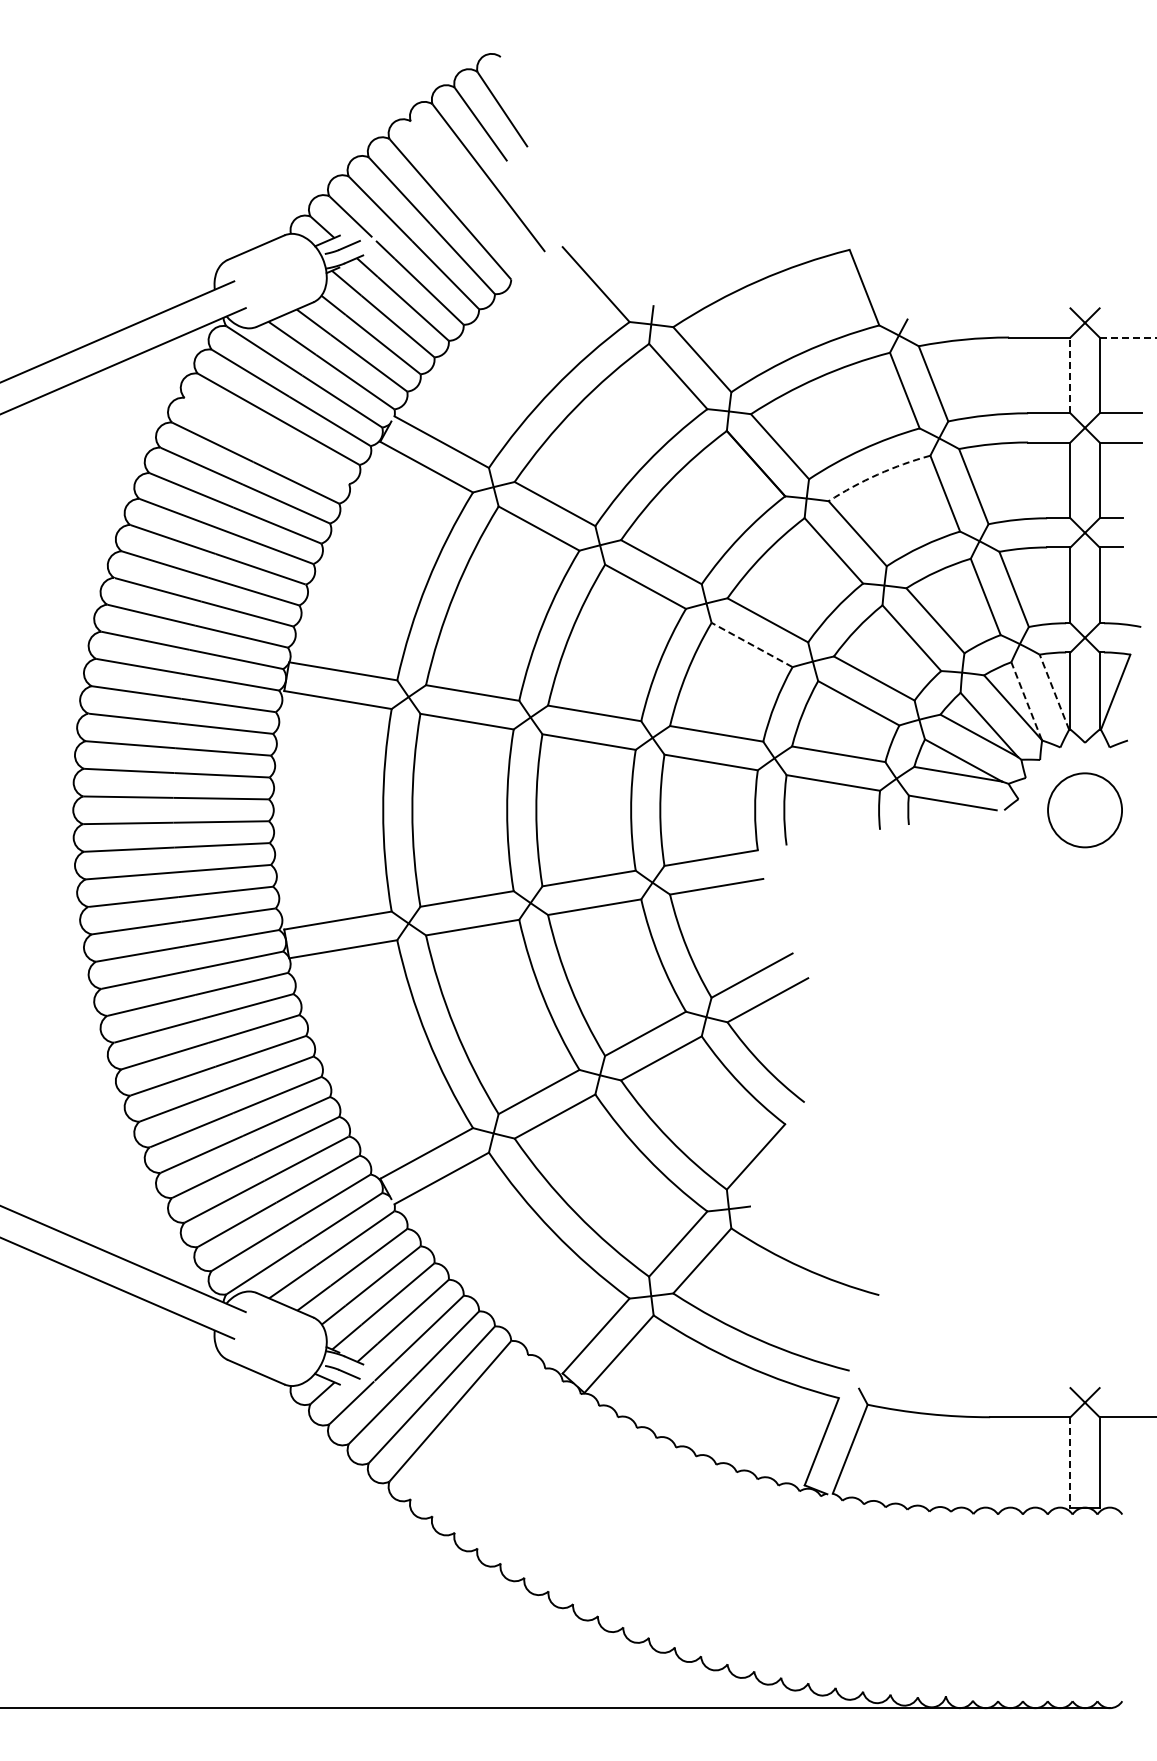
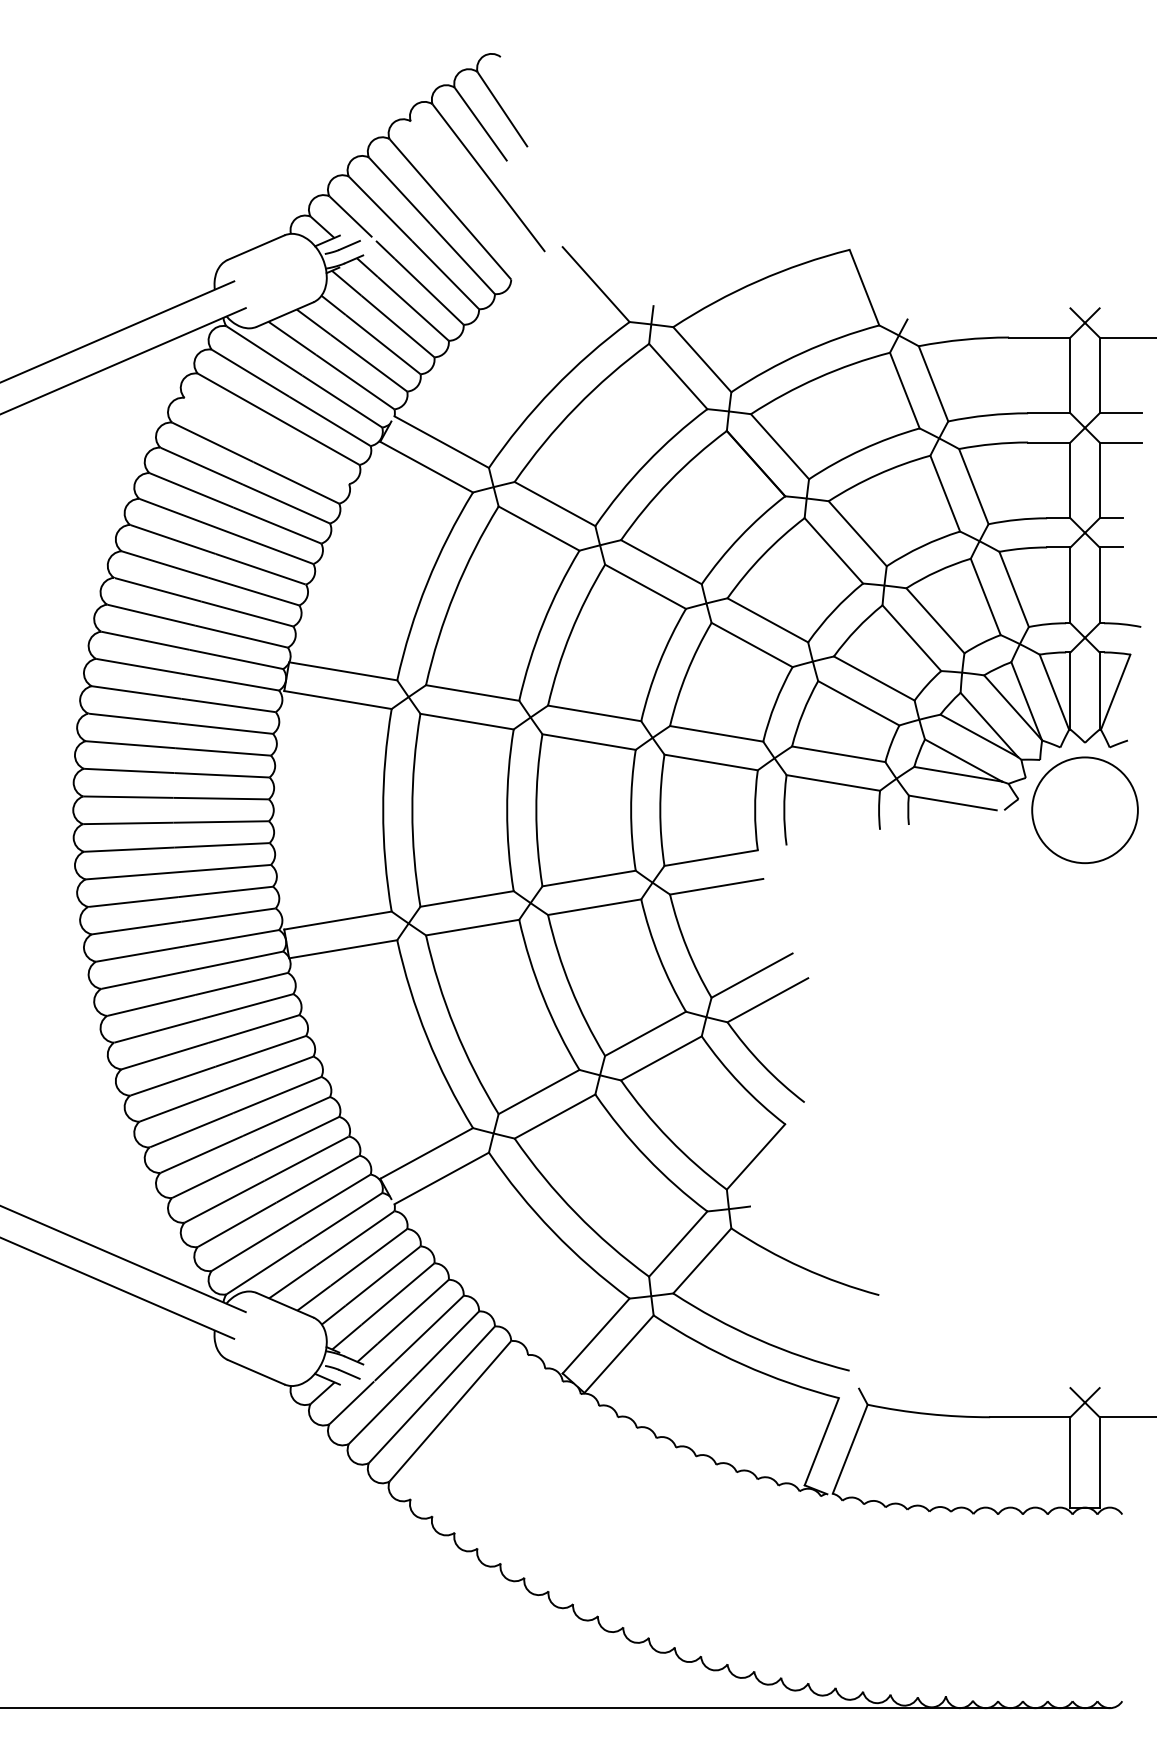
line at (1128, 337): dashed -> solid
line at (1070, 375): dashed -> solid
arc at (877, 474): dashed -> solid
line at (751, 644): dashed -> solid
line at (1054, 691): dashed -> solid
line at (1026, 701): dashed -> solid
circle at (1084, 810) size: 76x77 px -> 108x109 px
line at (1070, 1462): dashed -> solid
